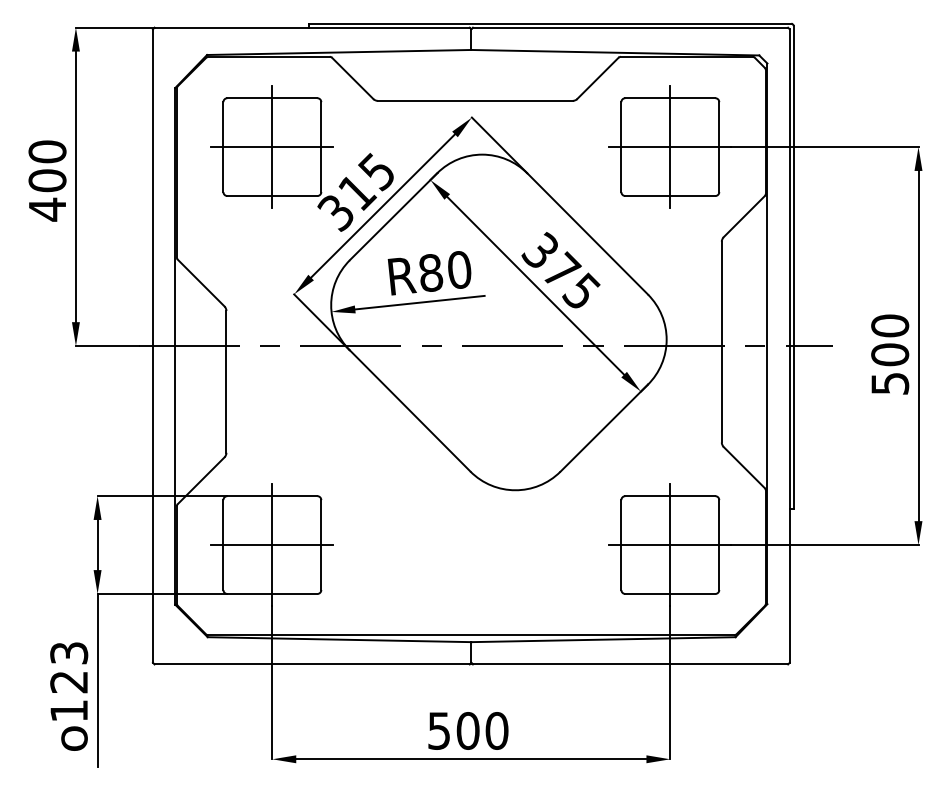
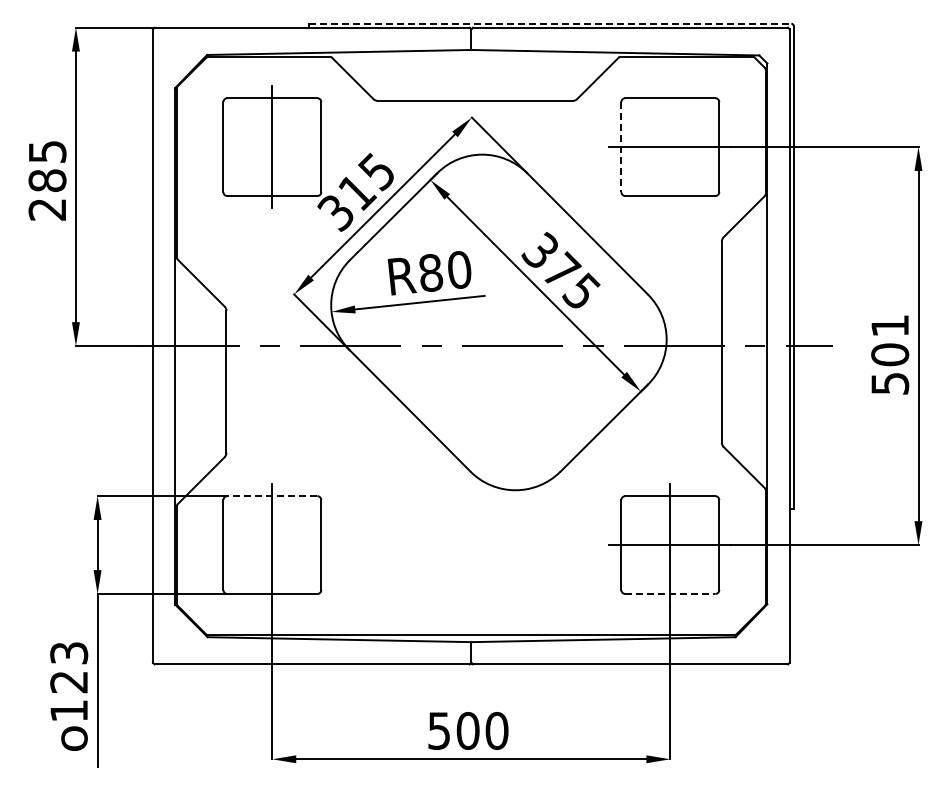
line at (550, 23): solid -> dashed
line at (272, 147): present -> none
line at (621, 147): solid -> dashed
line at (670, 147): present -> none
text at (47, 180): 400 -> 285
text at (890, 325): 500 -> 501
line at (272, 496): solid -> dashed
line at (272, 545): present -> none
line at (670, 593): solid -> dashed
